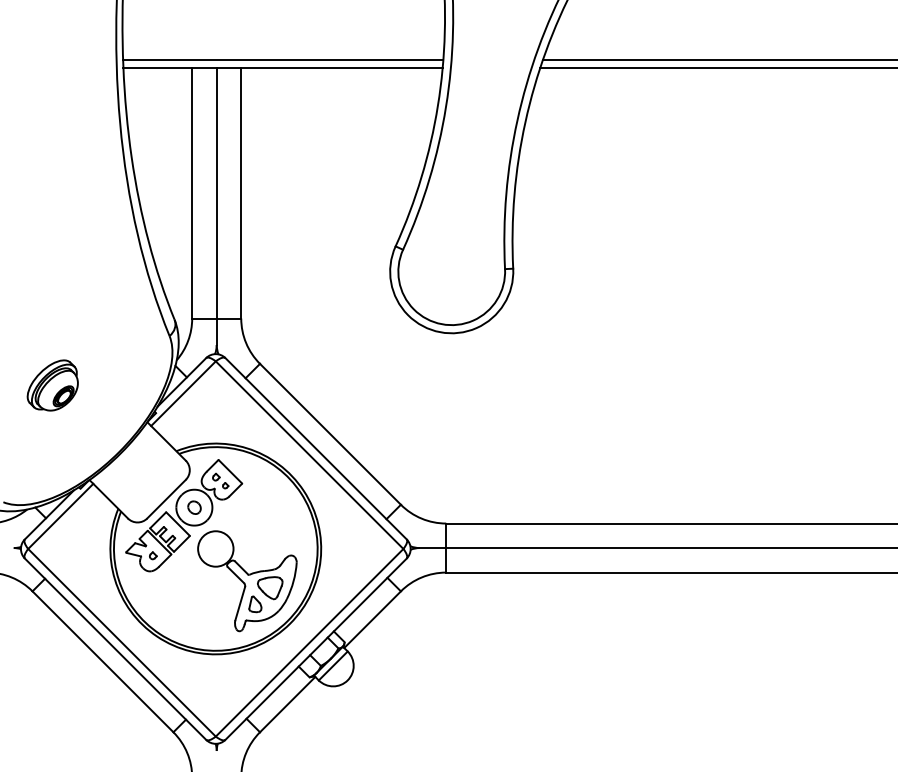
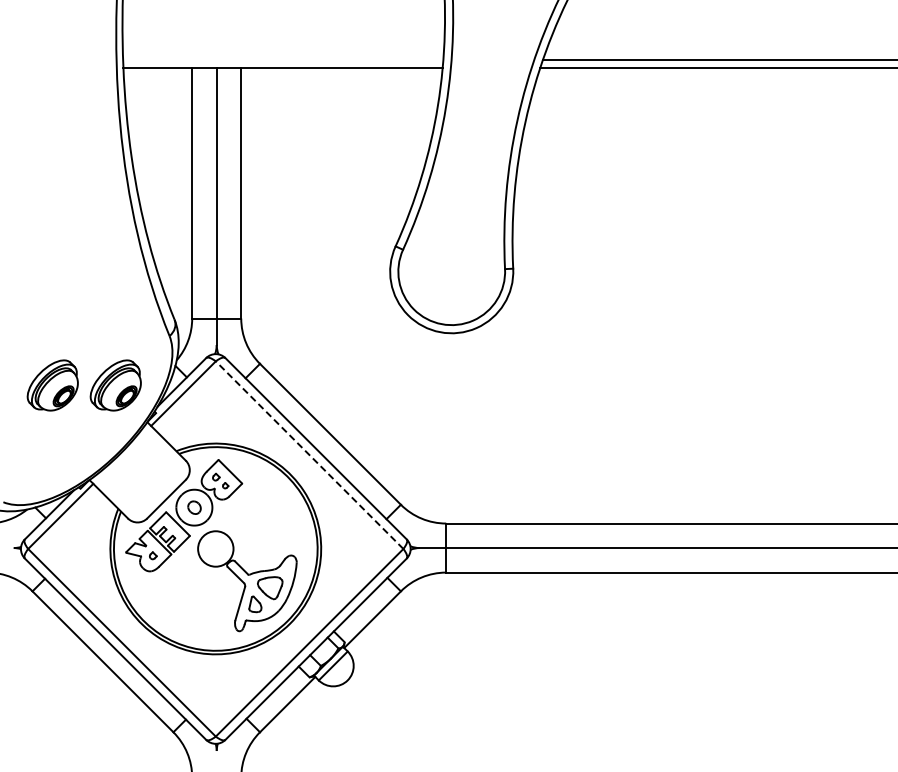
line at (283, 60): present -> none
part at (115, 385): none -> present
line at (309, 455): solid -> dashed
